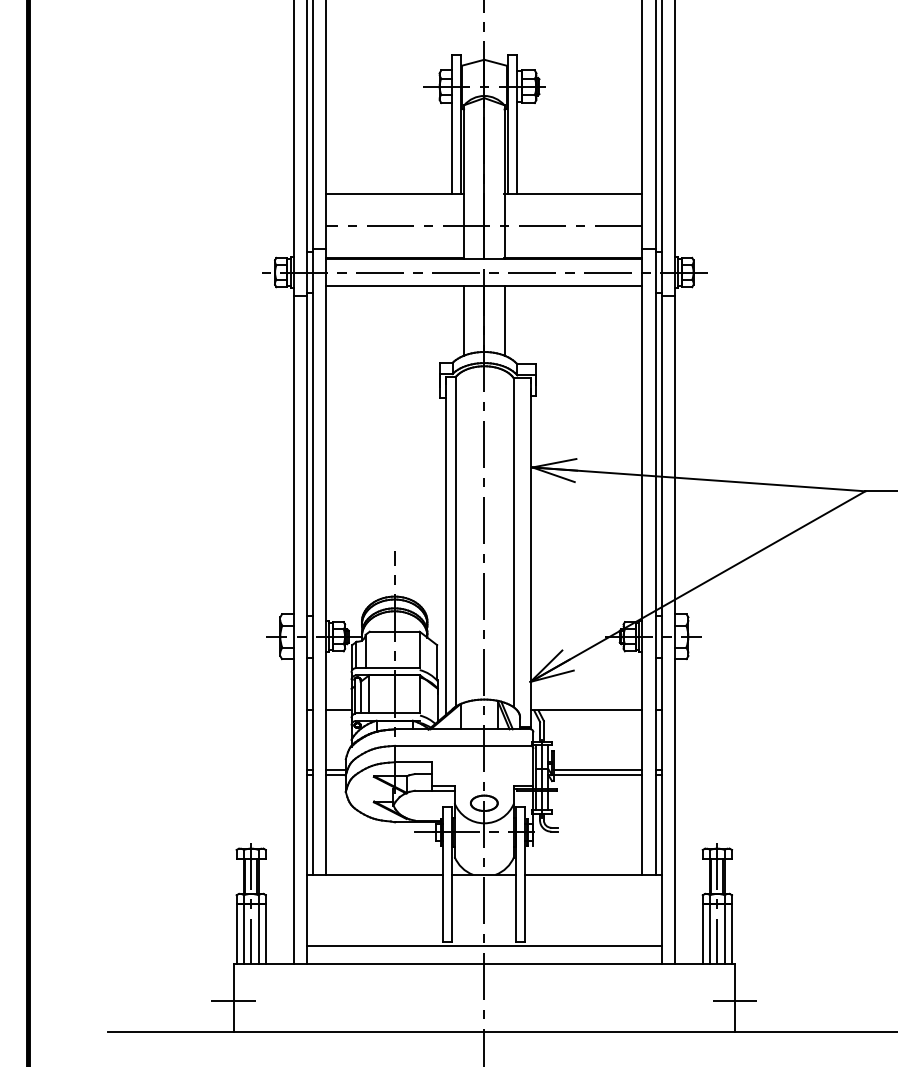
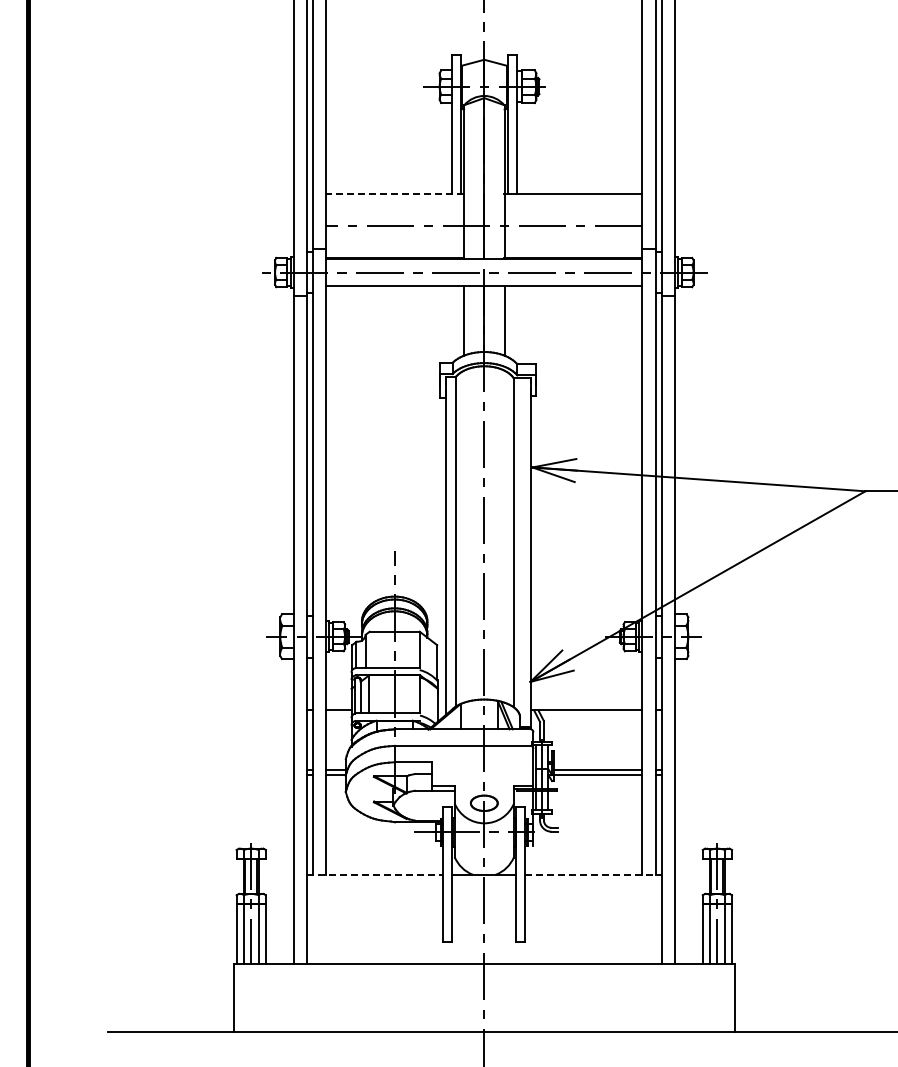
line at (395, 194): solid -> dashed
line at (375, 874): solid -> dashed
line at (593, 874): solid -> dashed
line at (484, 946): present -> none
line at (233, 1000): present -> none
line at (735, 1000): present -> none
